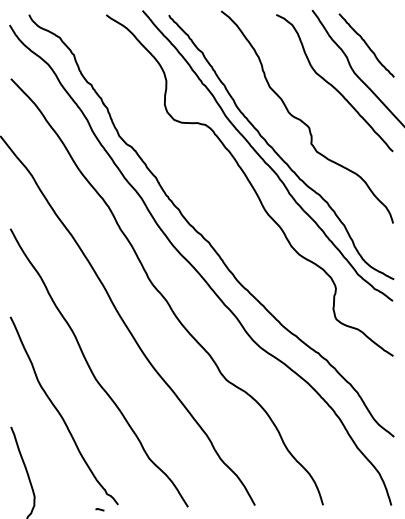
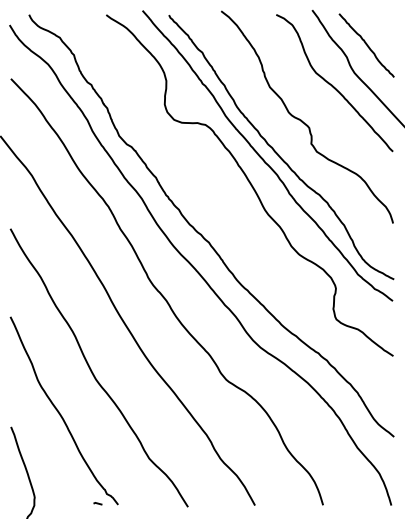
line at (99, 509) position: (99, 509) -> (97, 503)
